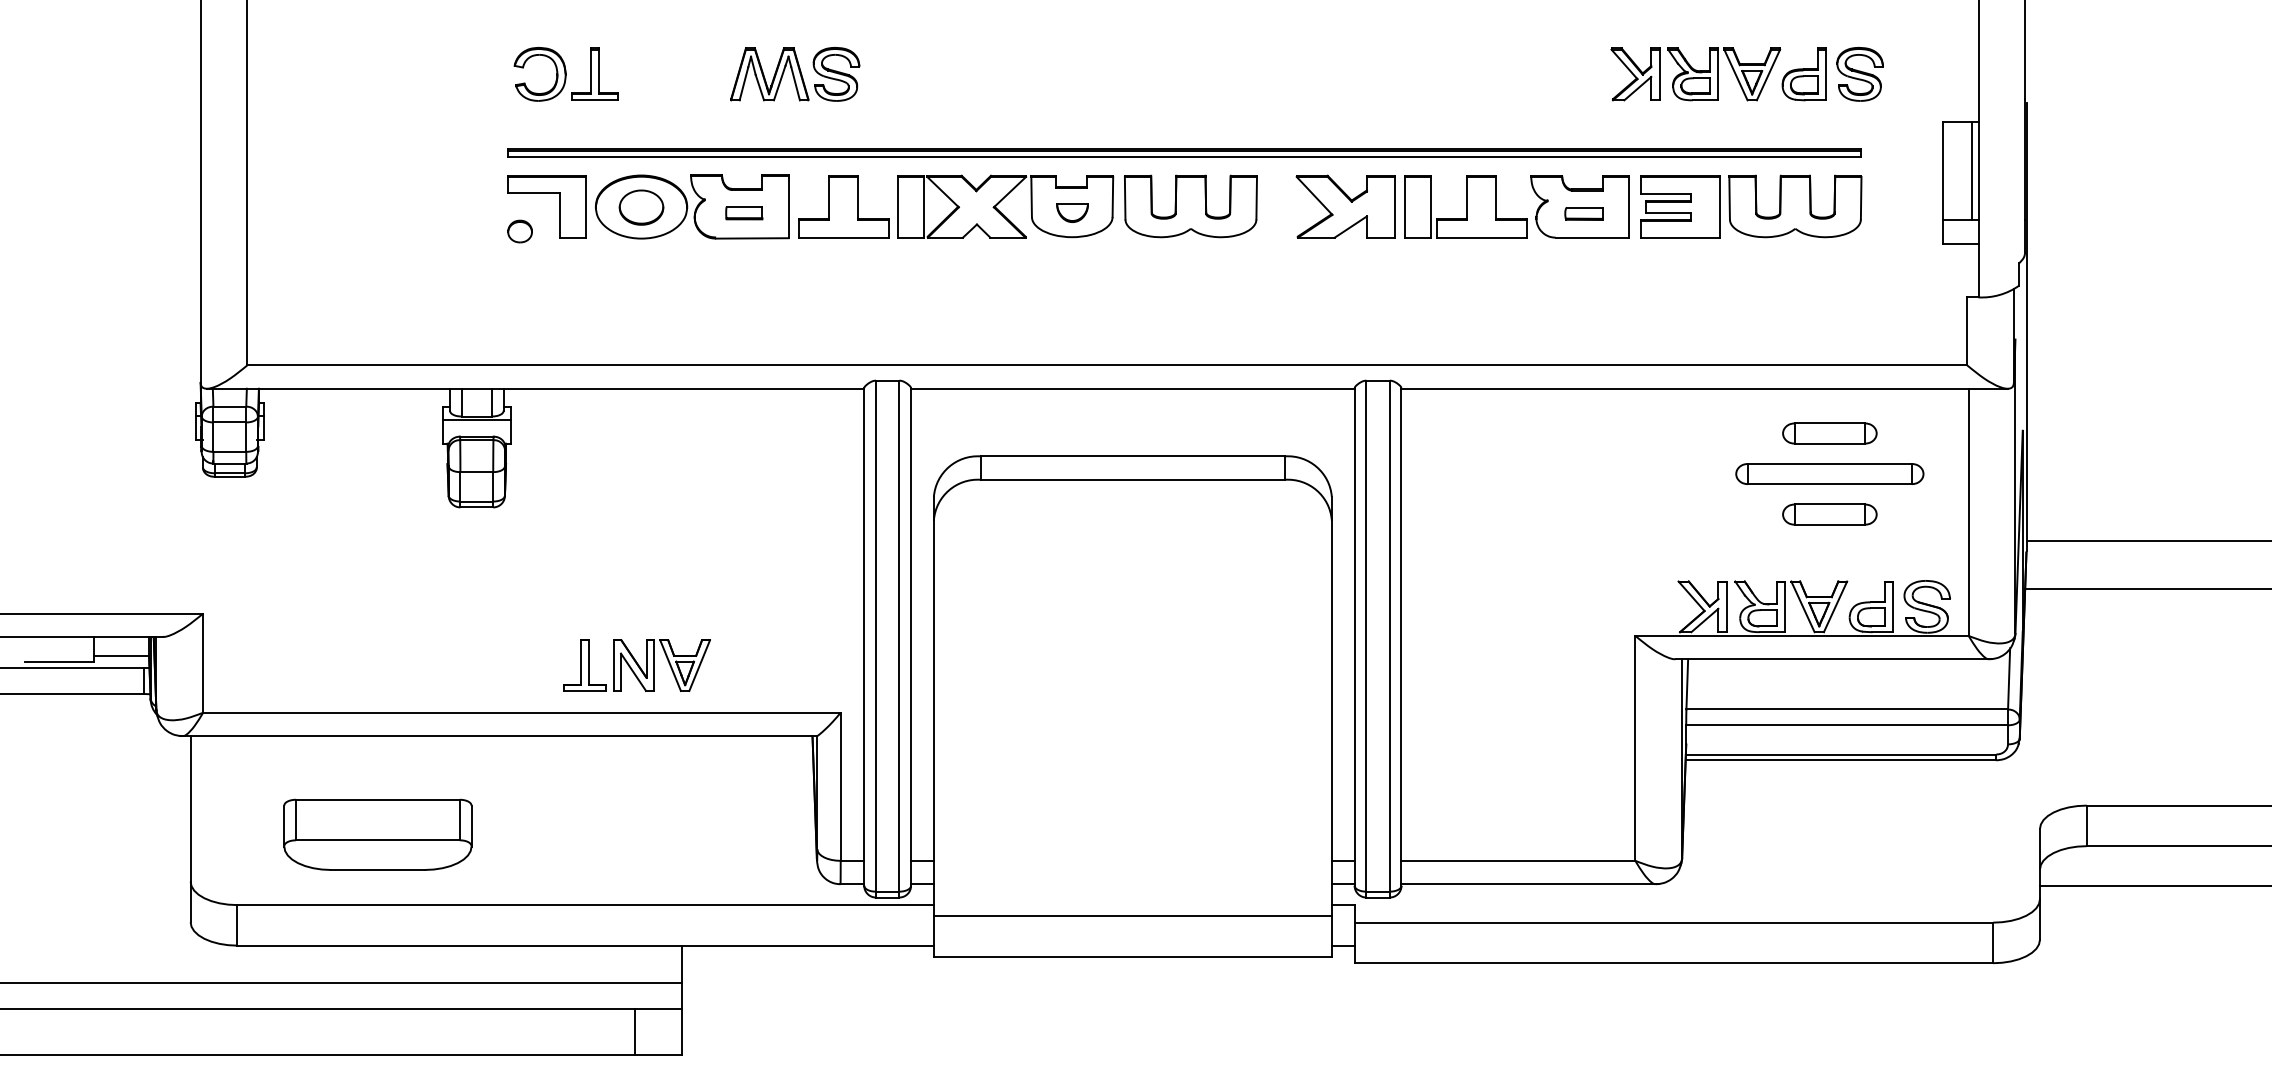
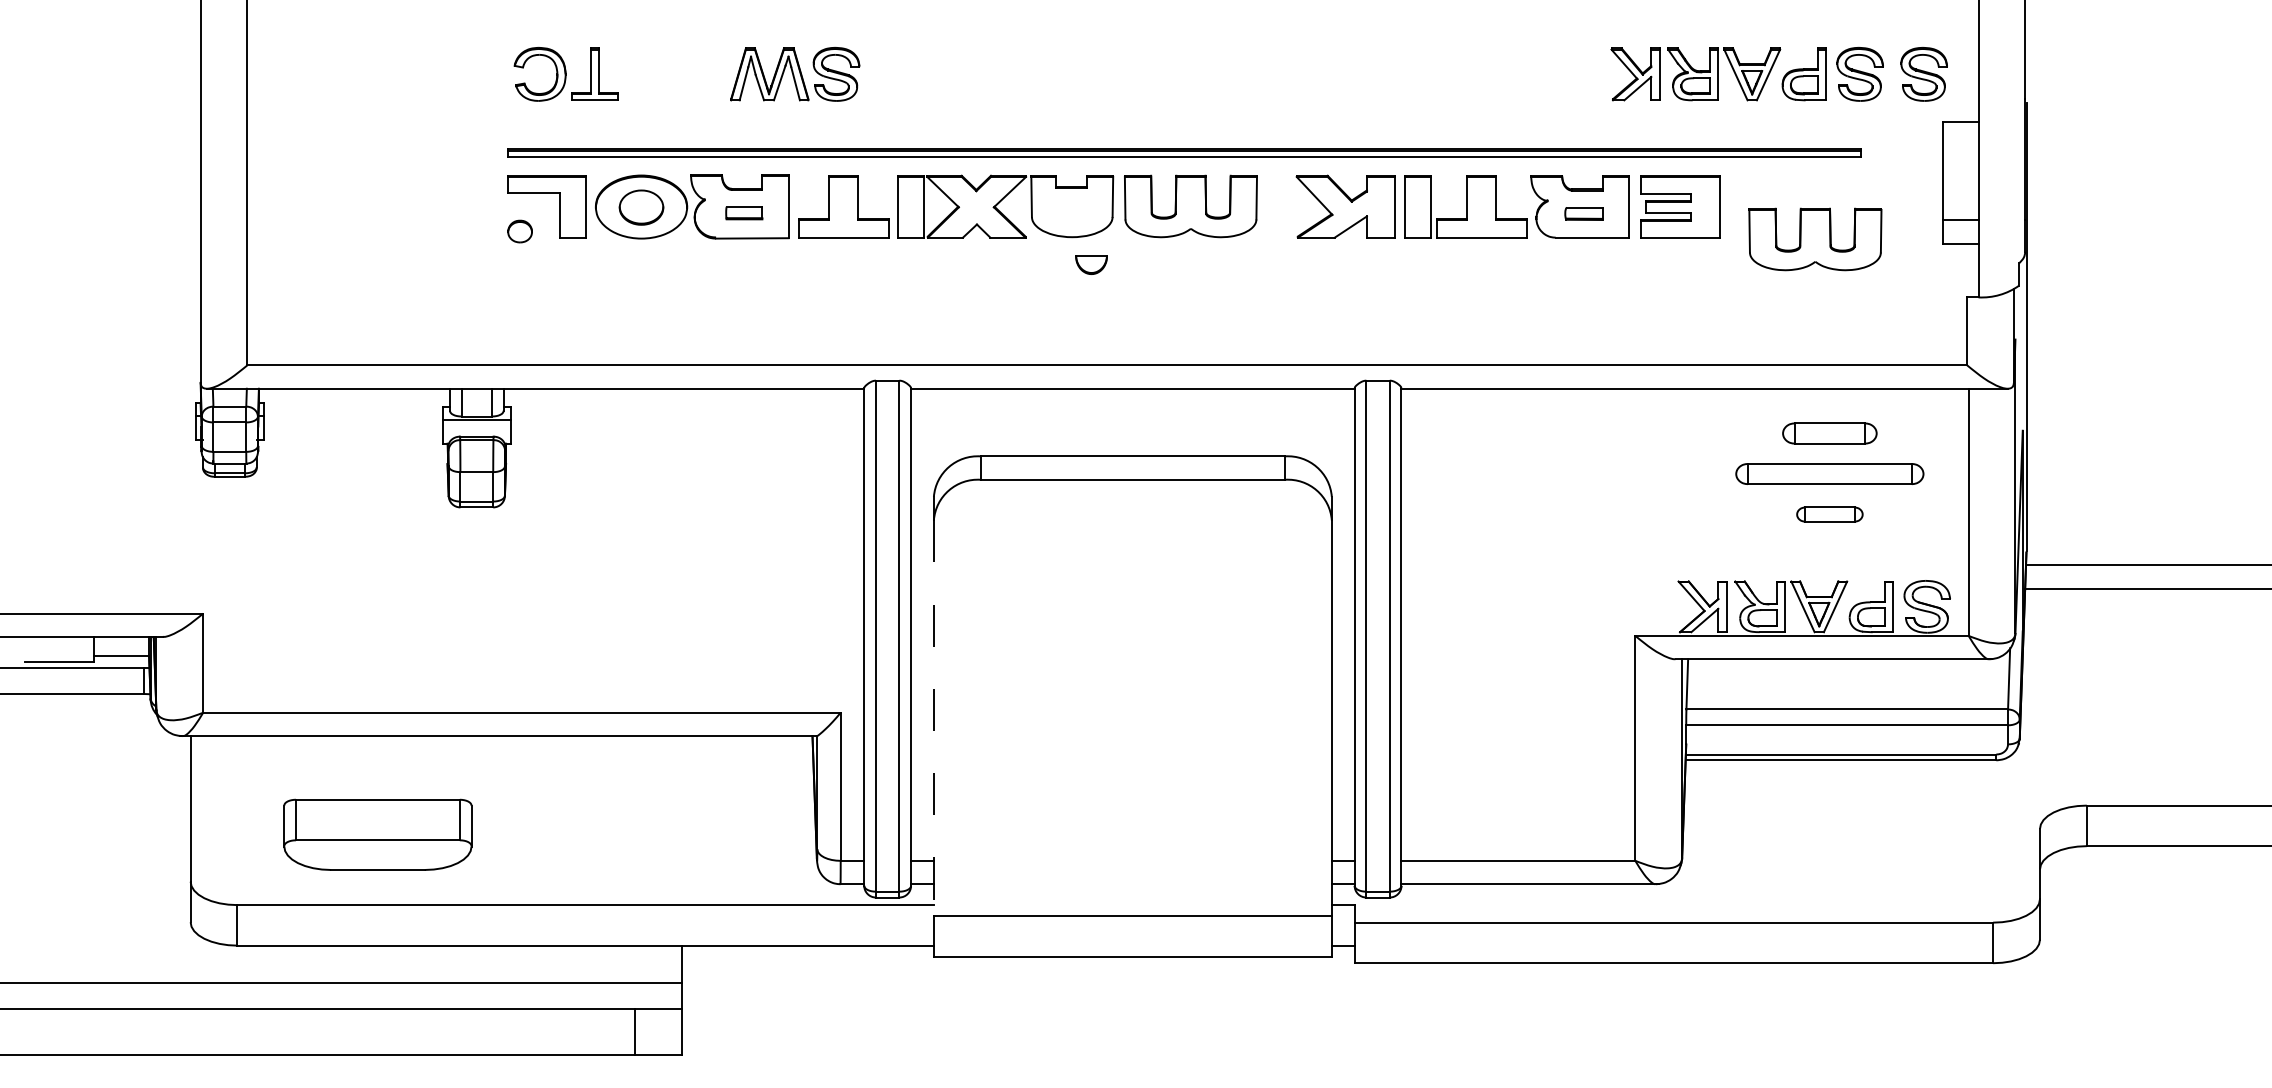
part at (1923, 74): none -> present
line at (1971, 171): present -> none
part at (1795, 206) position: (1795, 206) -> (1815, 239)
part at (1072, 212) position: (1072, 212) -> (1091, 264)
part at (1829, 514) size: 96x23 px -> 68x17 px
line at (2147, 541) position: (2147, 541) -> (2147, 565)
part at (636, 665): present -> none
line at (933, 718): solid -> dashed
line at (2153, 886): present -> none
